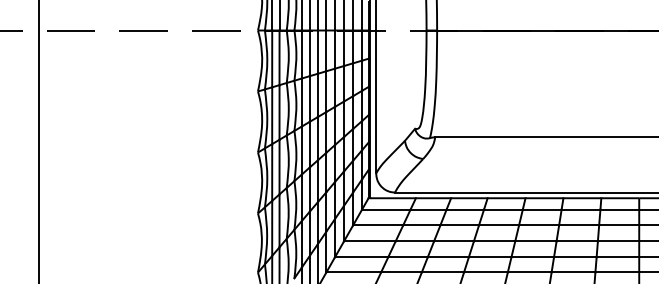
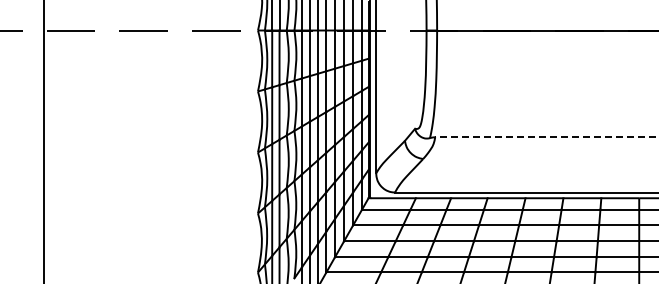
line at (546, 137): solid -> dashed
line at (38, 141) position: (38, 141) -> (43, 141)
